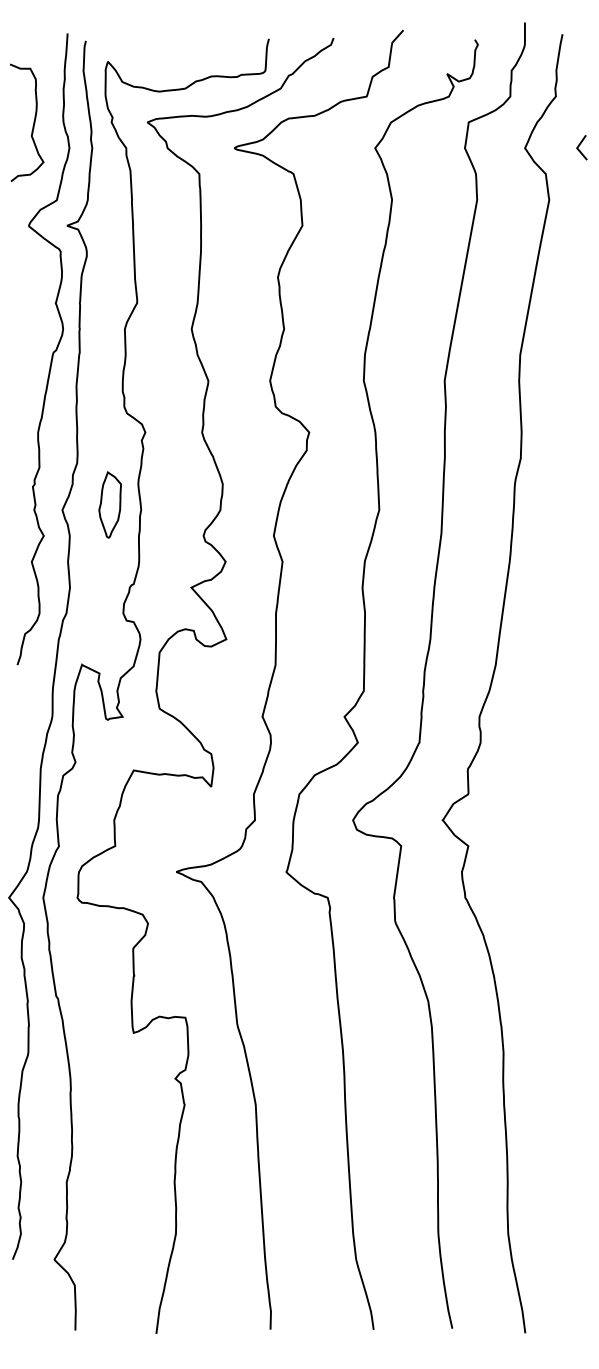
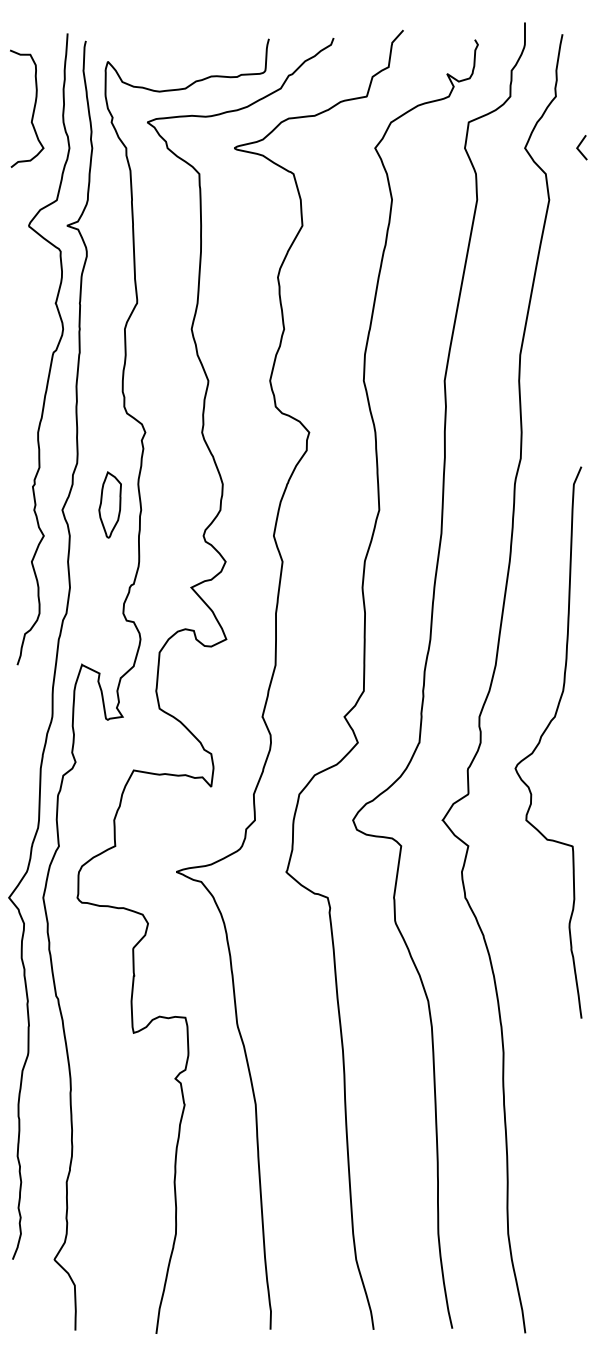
curve at (33, 122) position: (33, 122) -> (33, 108)
curve at (541, 739): none -> present
